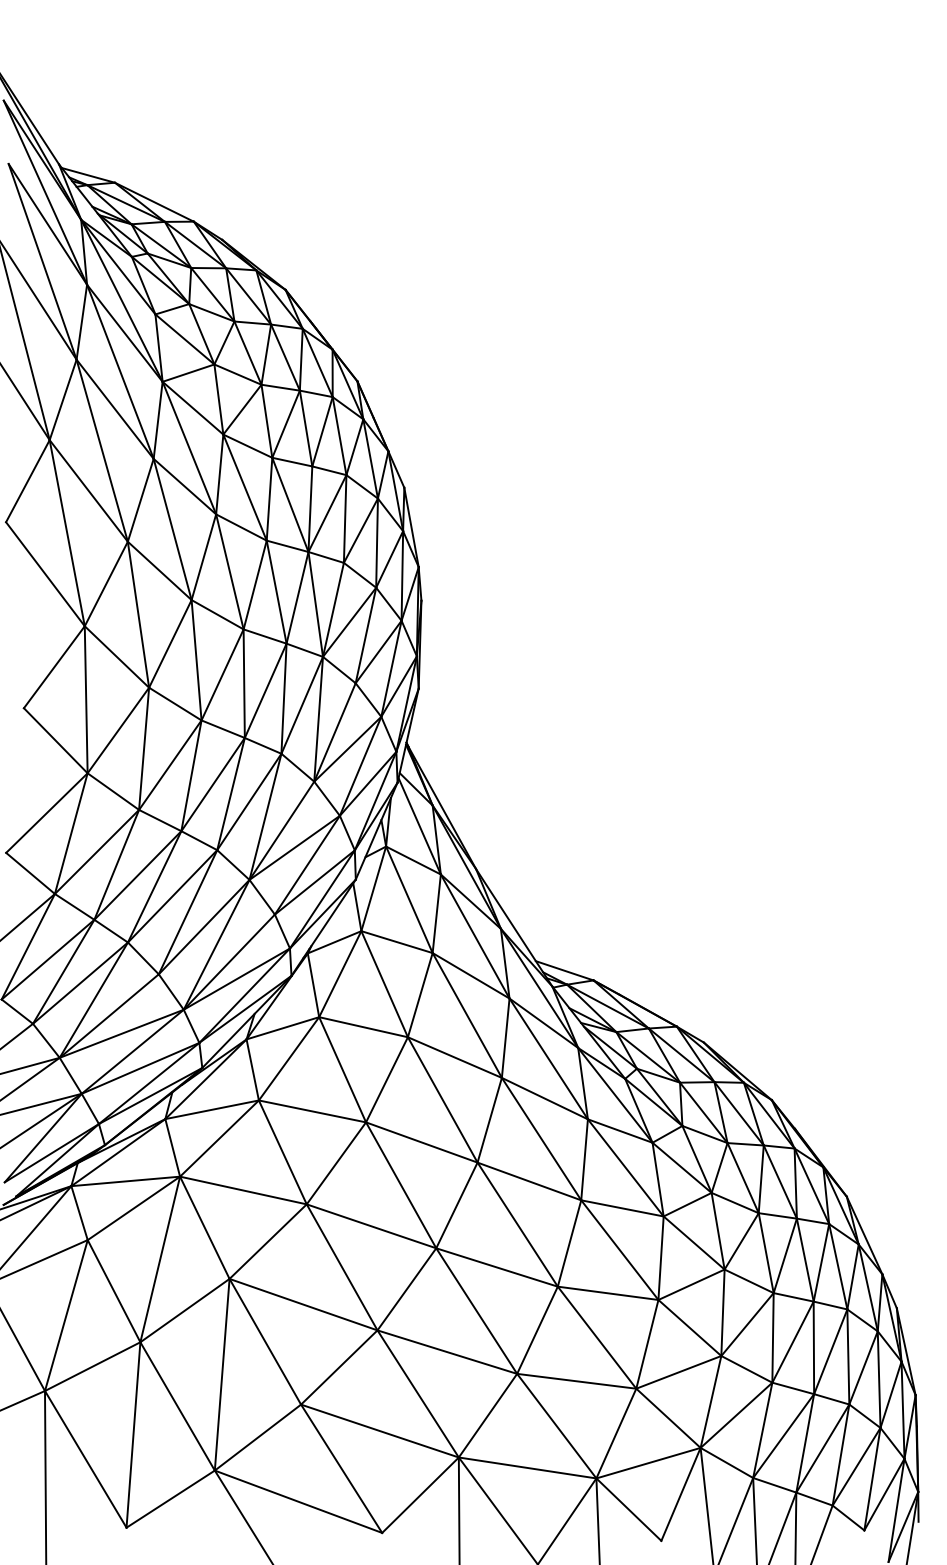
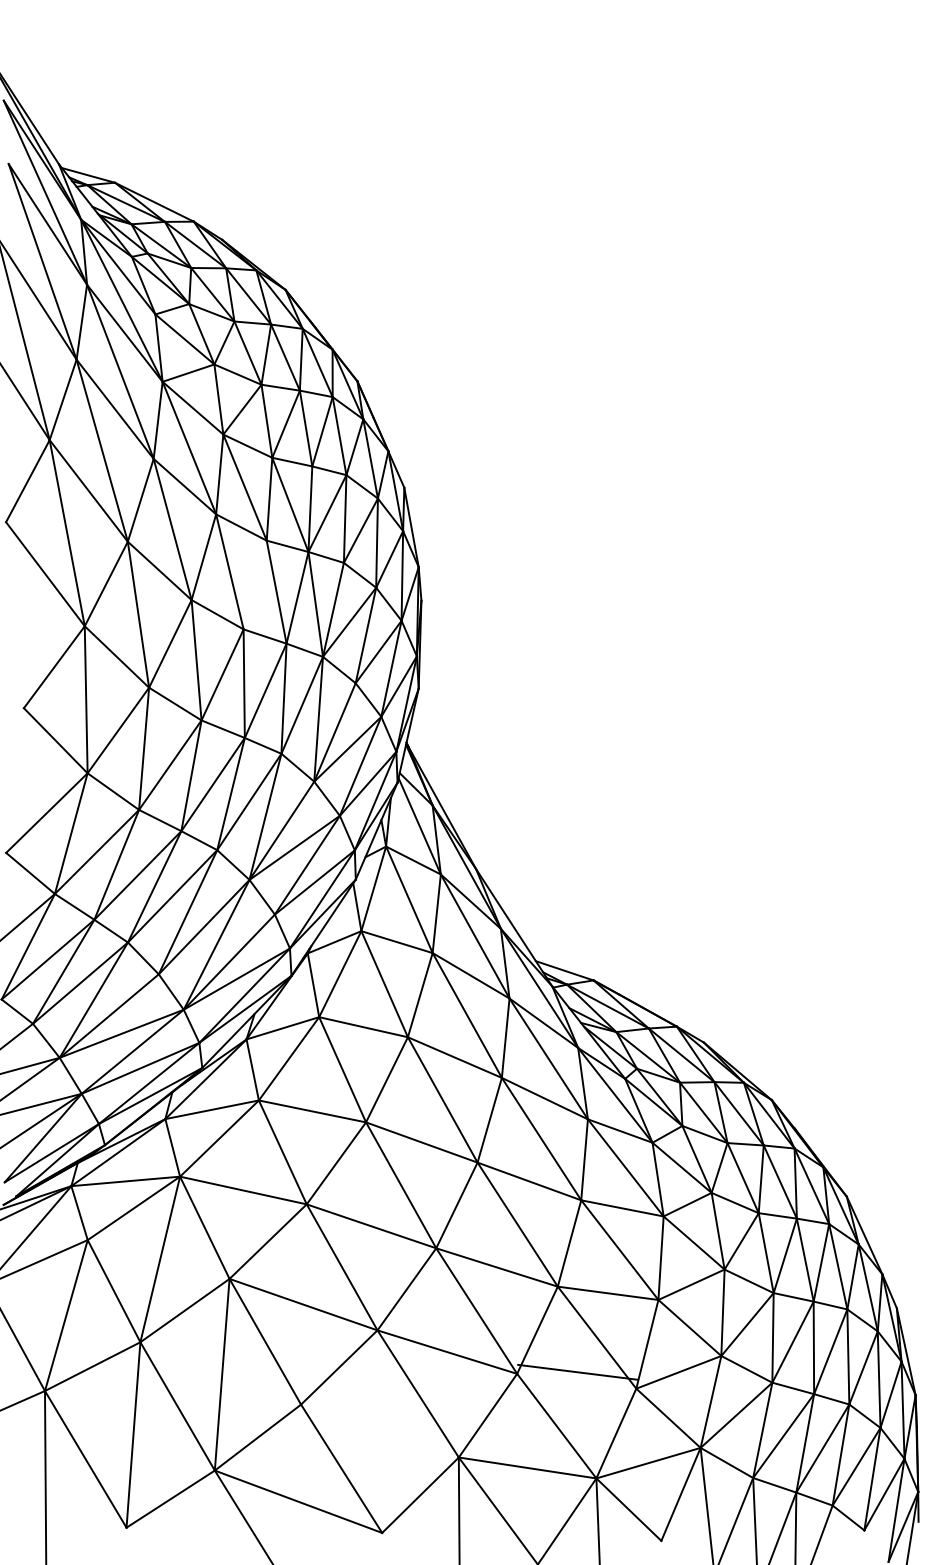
line at (254, 584): present -> none
line at (576, 1380) position: (576, 1380) -> (577, 1371)
line at (379, 1430): present -> none
